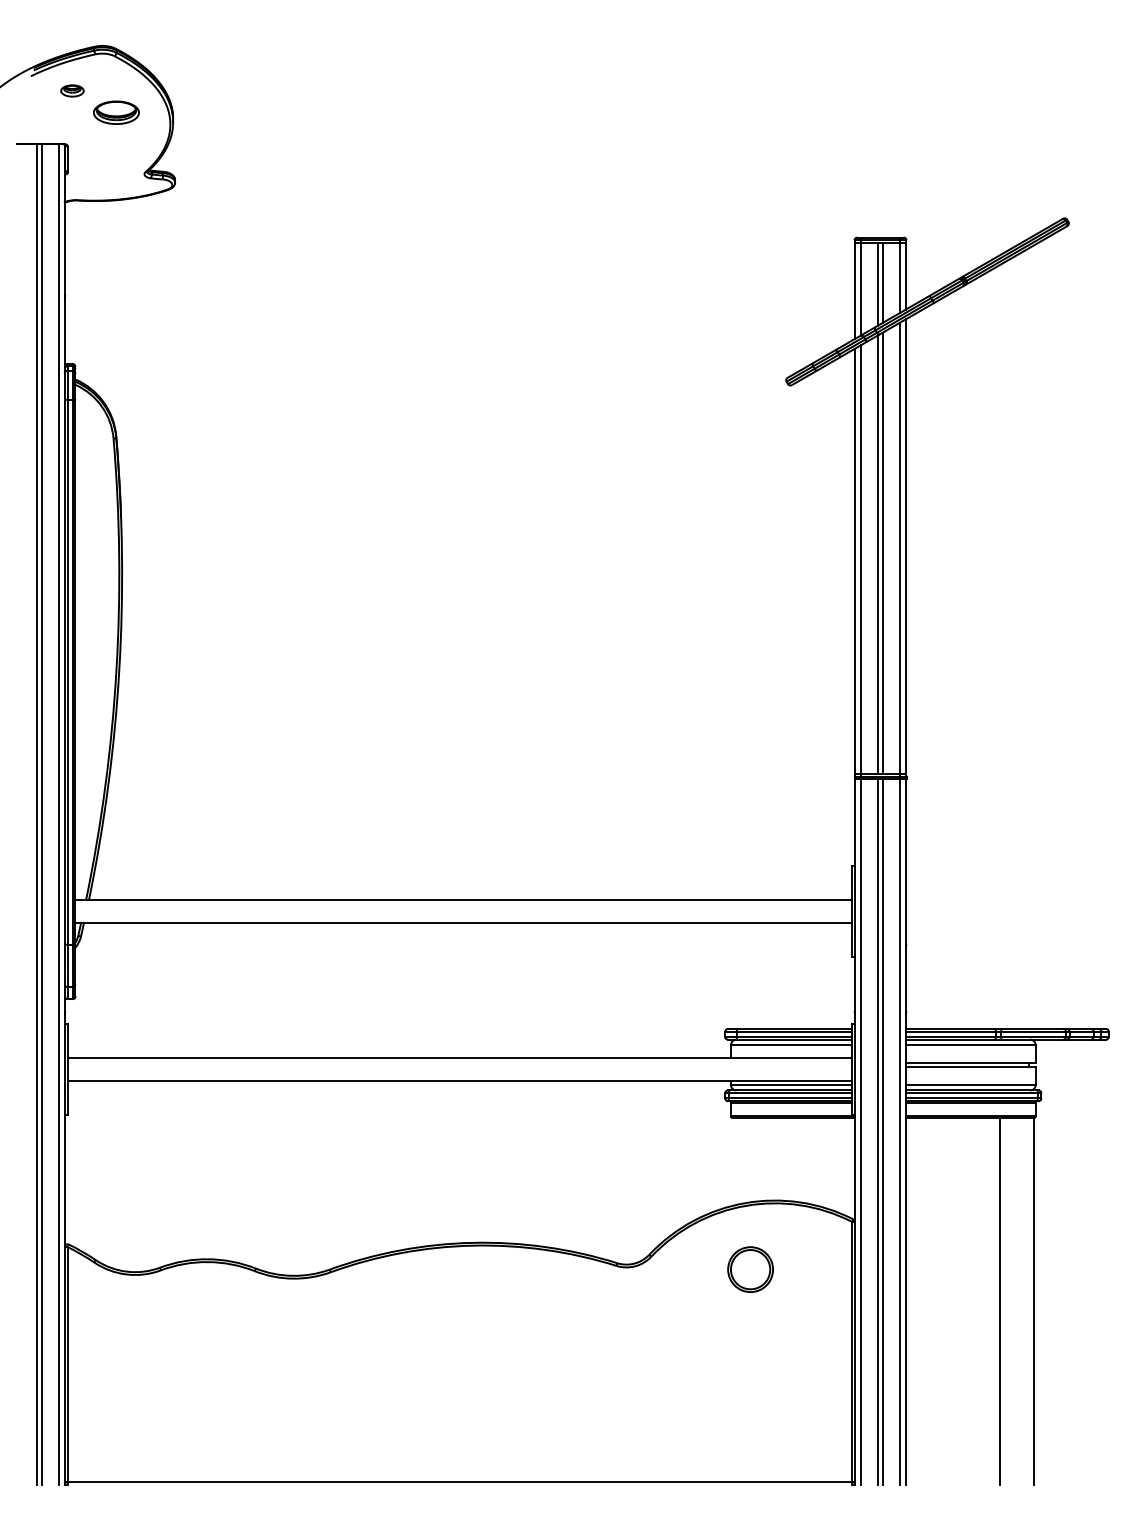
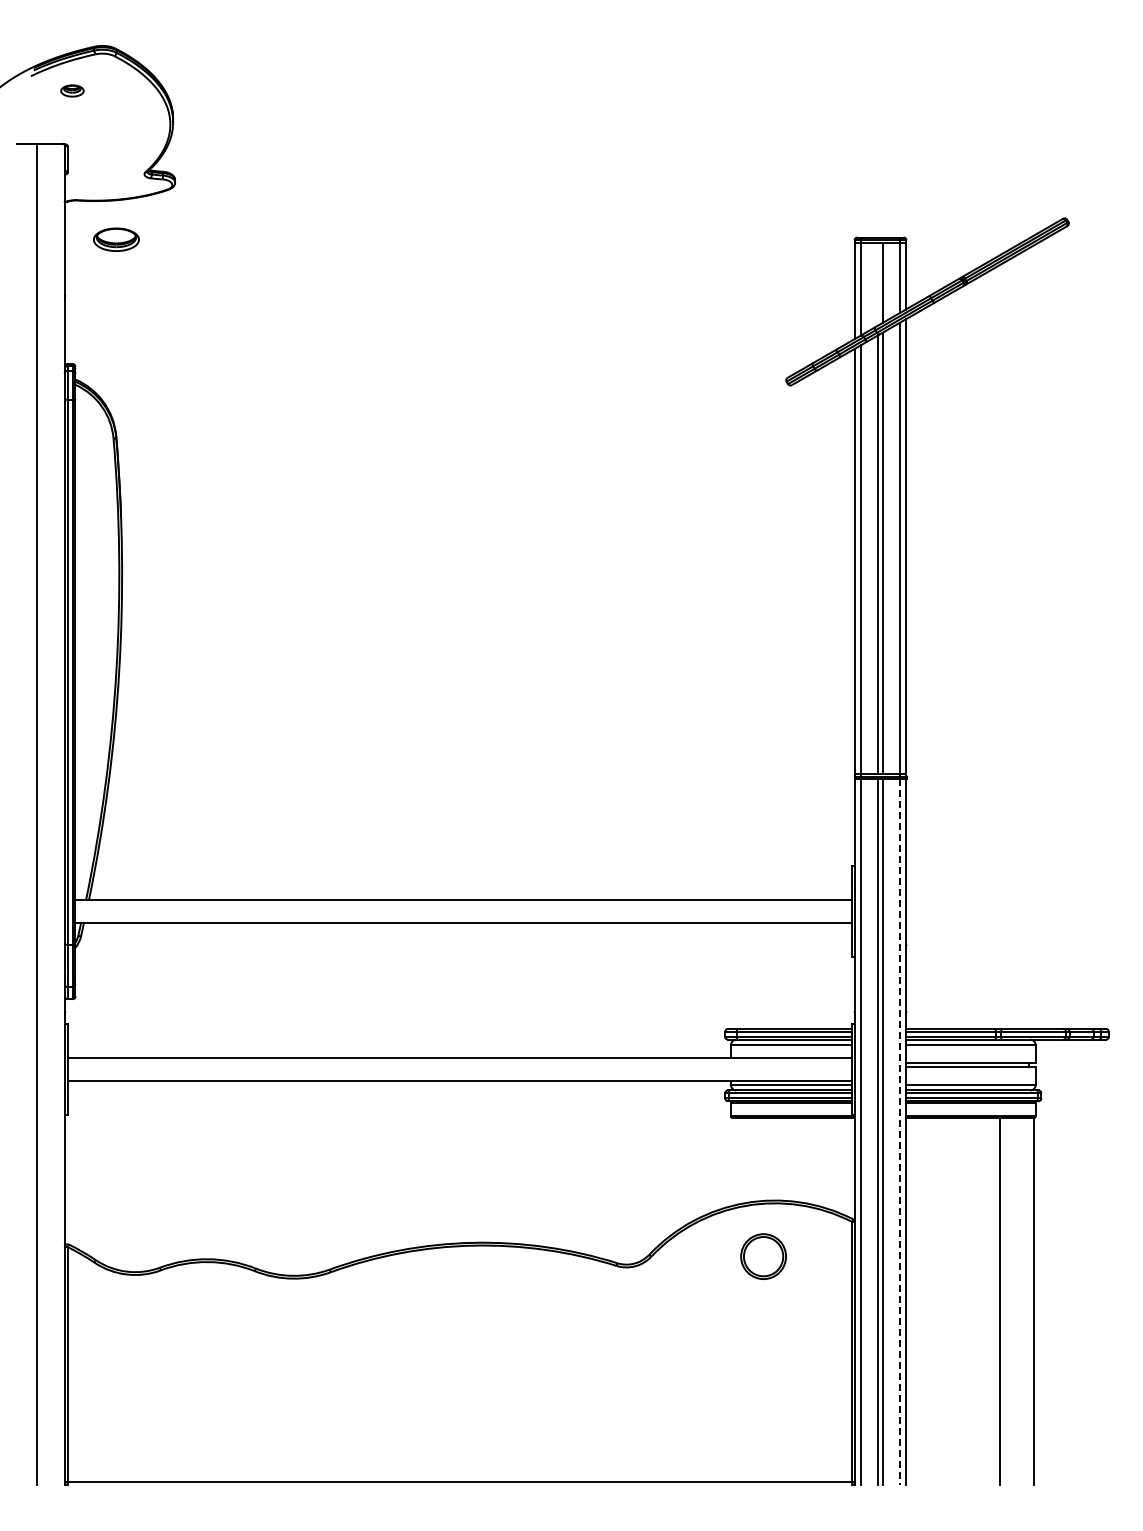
part at (116, 112) position: (116, 112) -> (116, 239)
line at (878, 284): present -> none
line at (41, 814): present -> none
line at (59, 814): present -> none
line at (900, 1132): solid -> dashed
part at (750, 1269) position: (750, 1269) -> (763, 1256)
